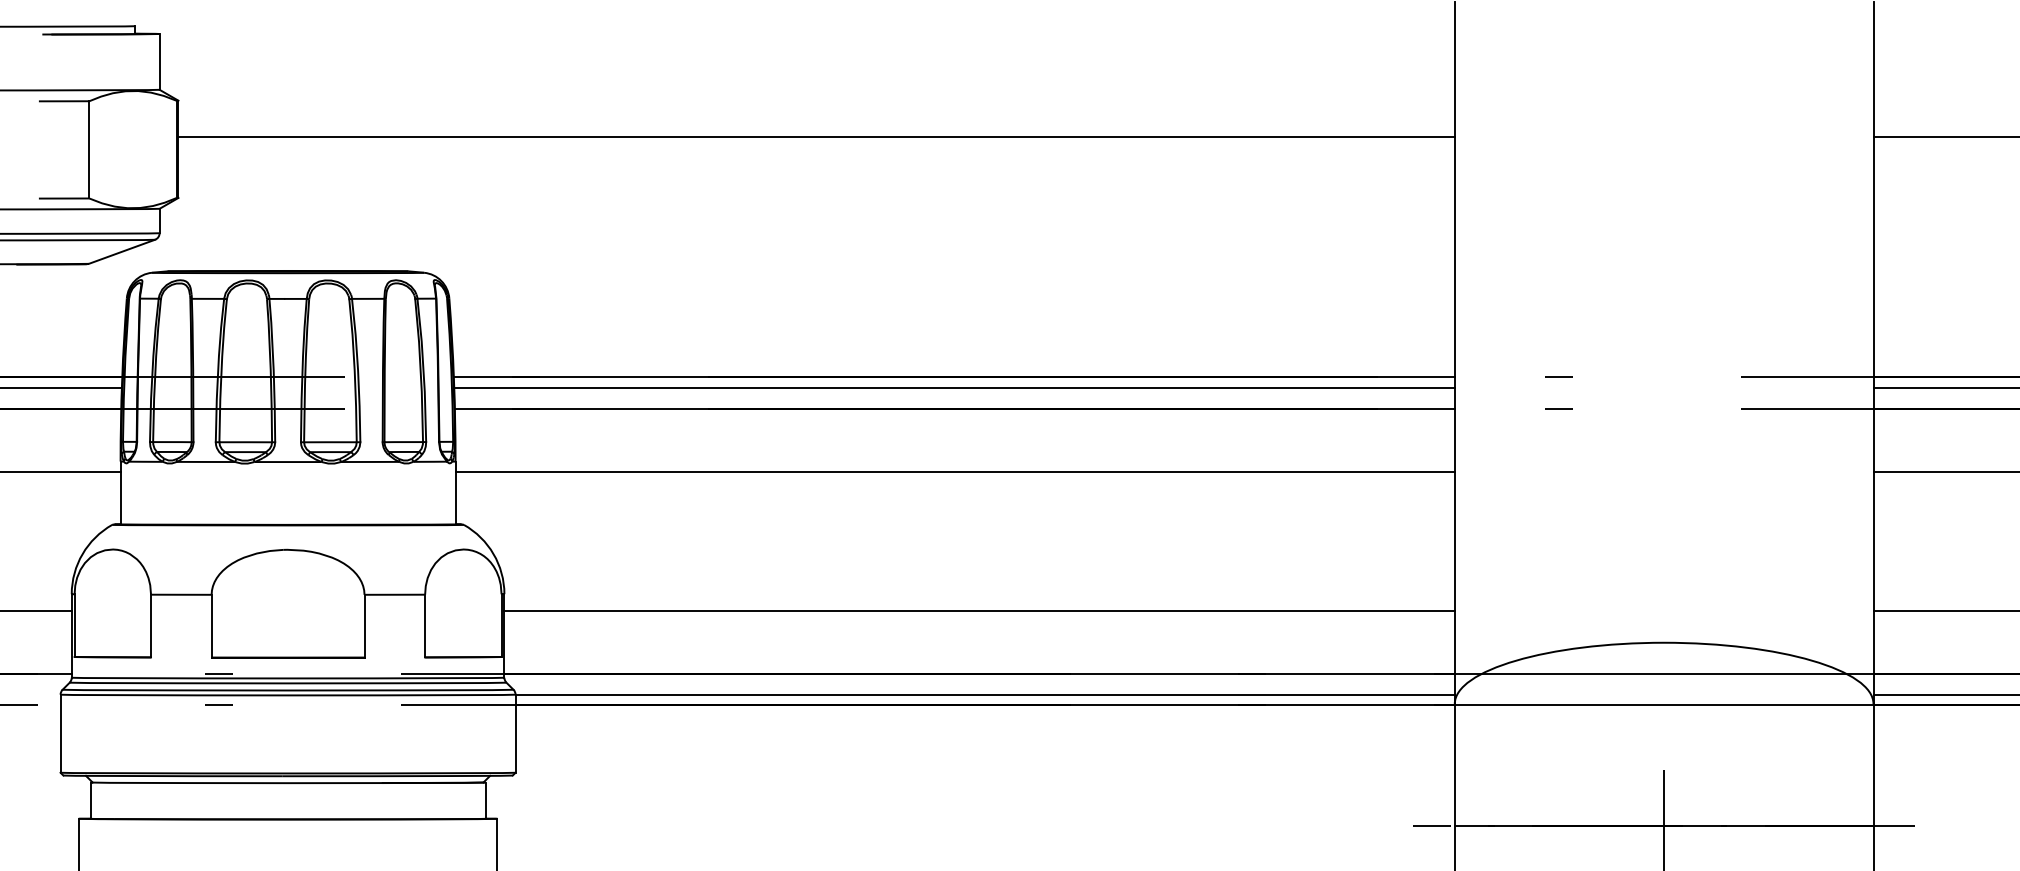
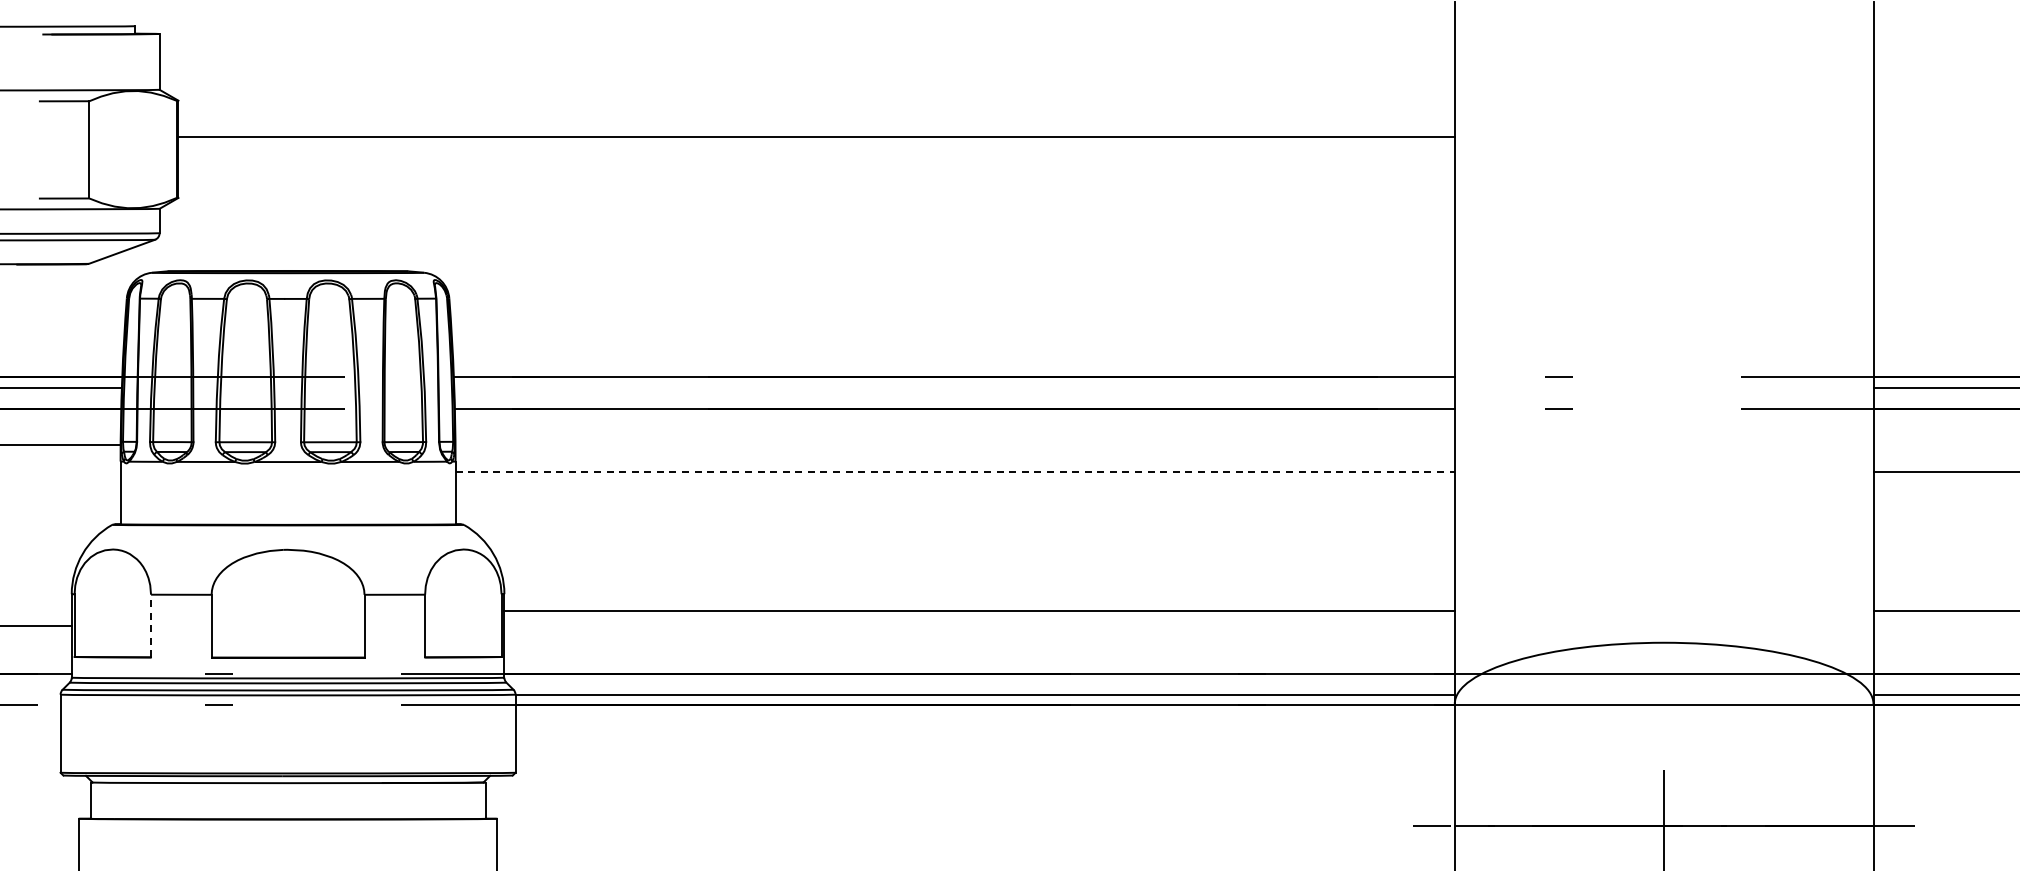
line at (1944, 136): present -> none
line at (954, 387): present -> none
line at (61, 471) position: (61, 471) -> (61, 444)
line at (955, 471): solid -> dashed
line at (36, 611) position: (36, 611) -> (36, 626)
line at (151, 625): solid -> dashed
